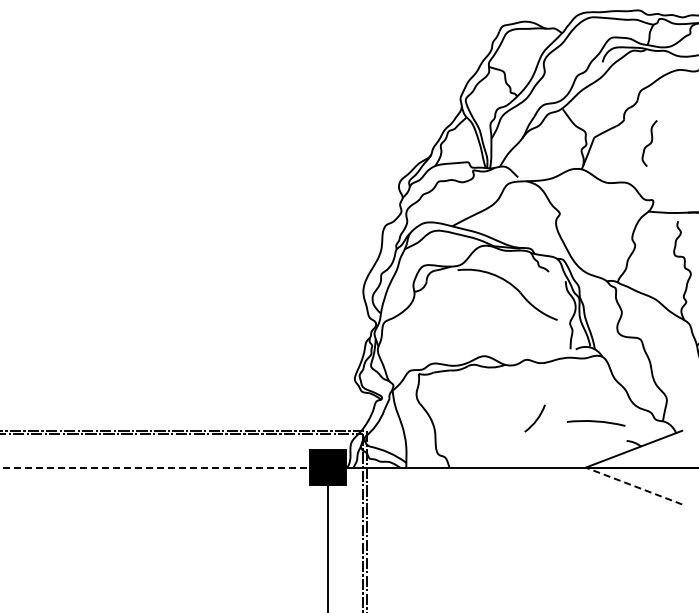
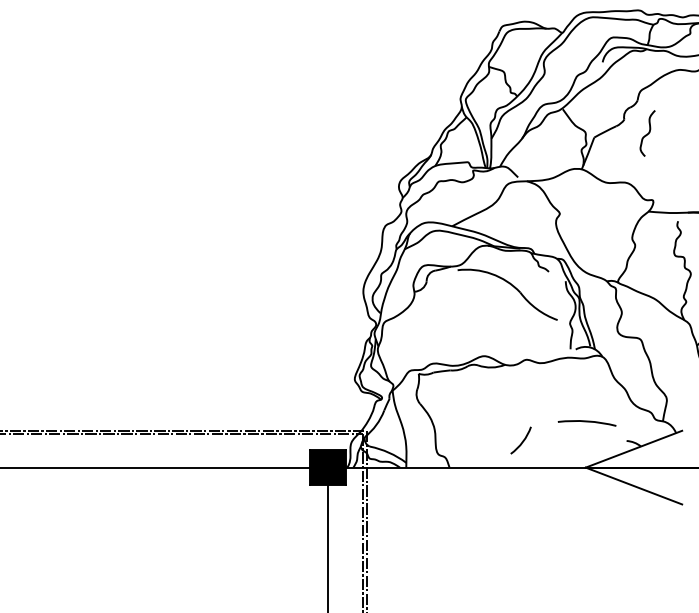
curve at (649, 143) position: (649, 143) -> (647, 133)
arc at (536, 418) position: (536, 418) -> (522, 440)
arc at (595, 422) position: (595, 422) -> (586, 422)
line at (164, 467): dashed -> solid
line at (633, 486): dashed -> solid
